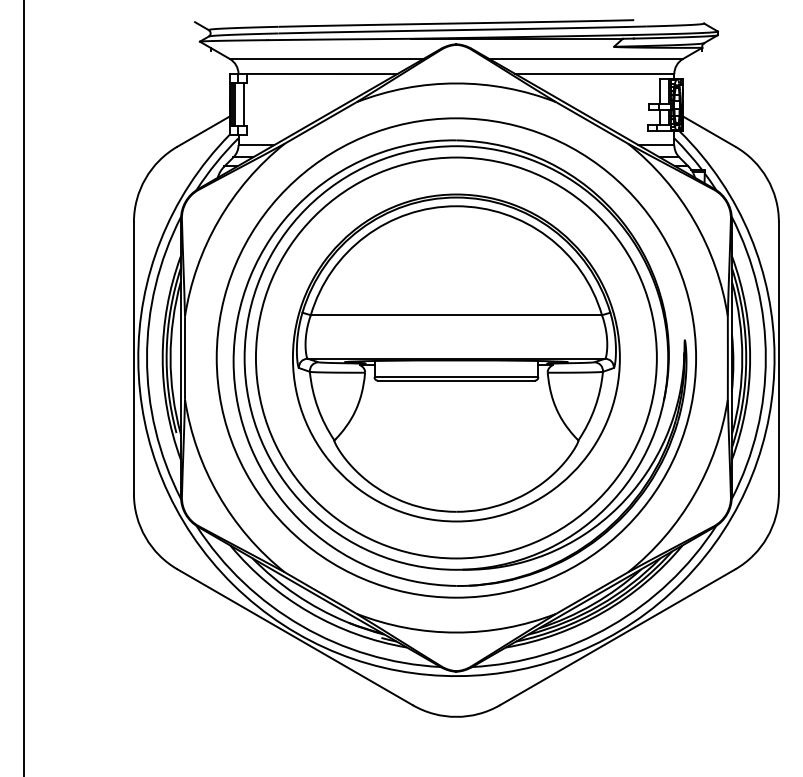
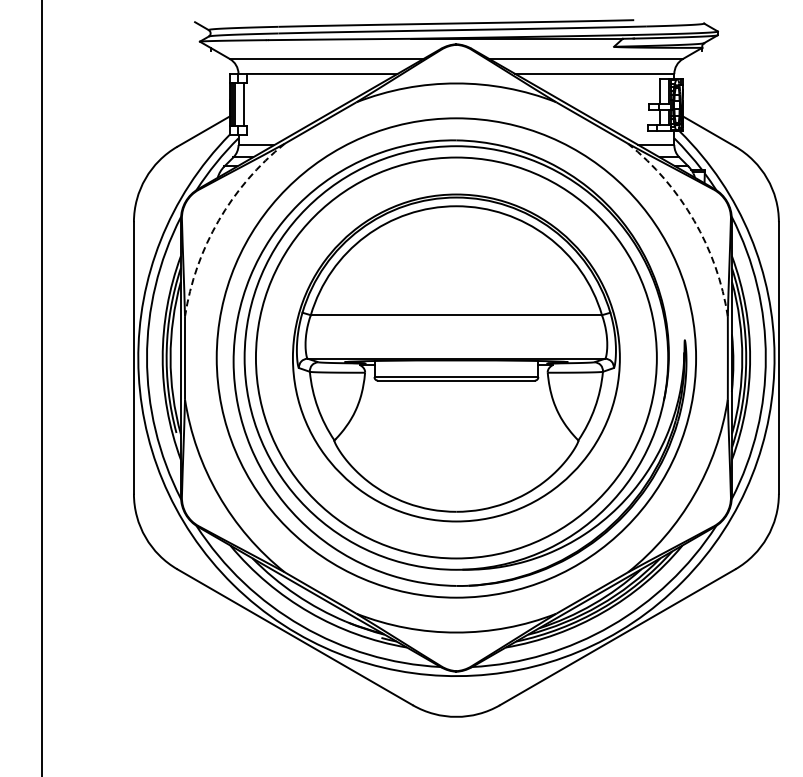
arc at (218, 220): solid -> dashed
arc at (694, 220): solid -> dashed
line at (24, 387) position: (24, 387) -> (42, 387)
